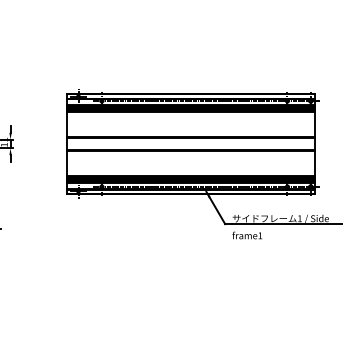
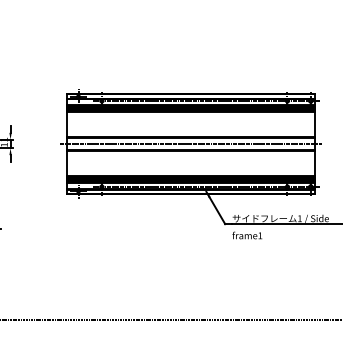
line at (190, 144): none -> present
line at (170, 319): none -> present
